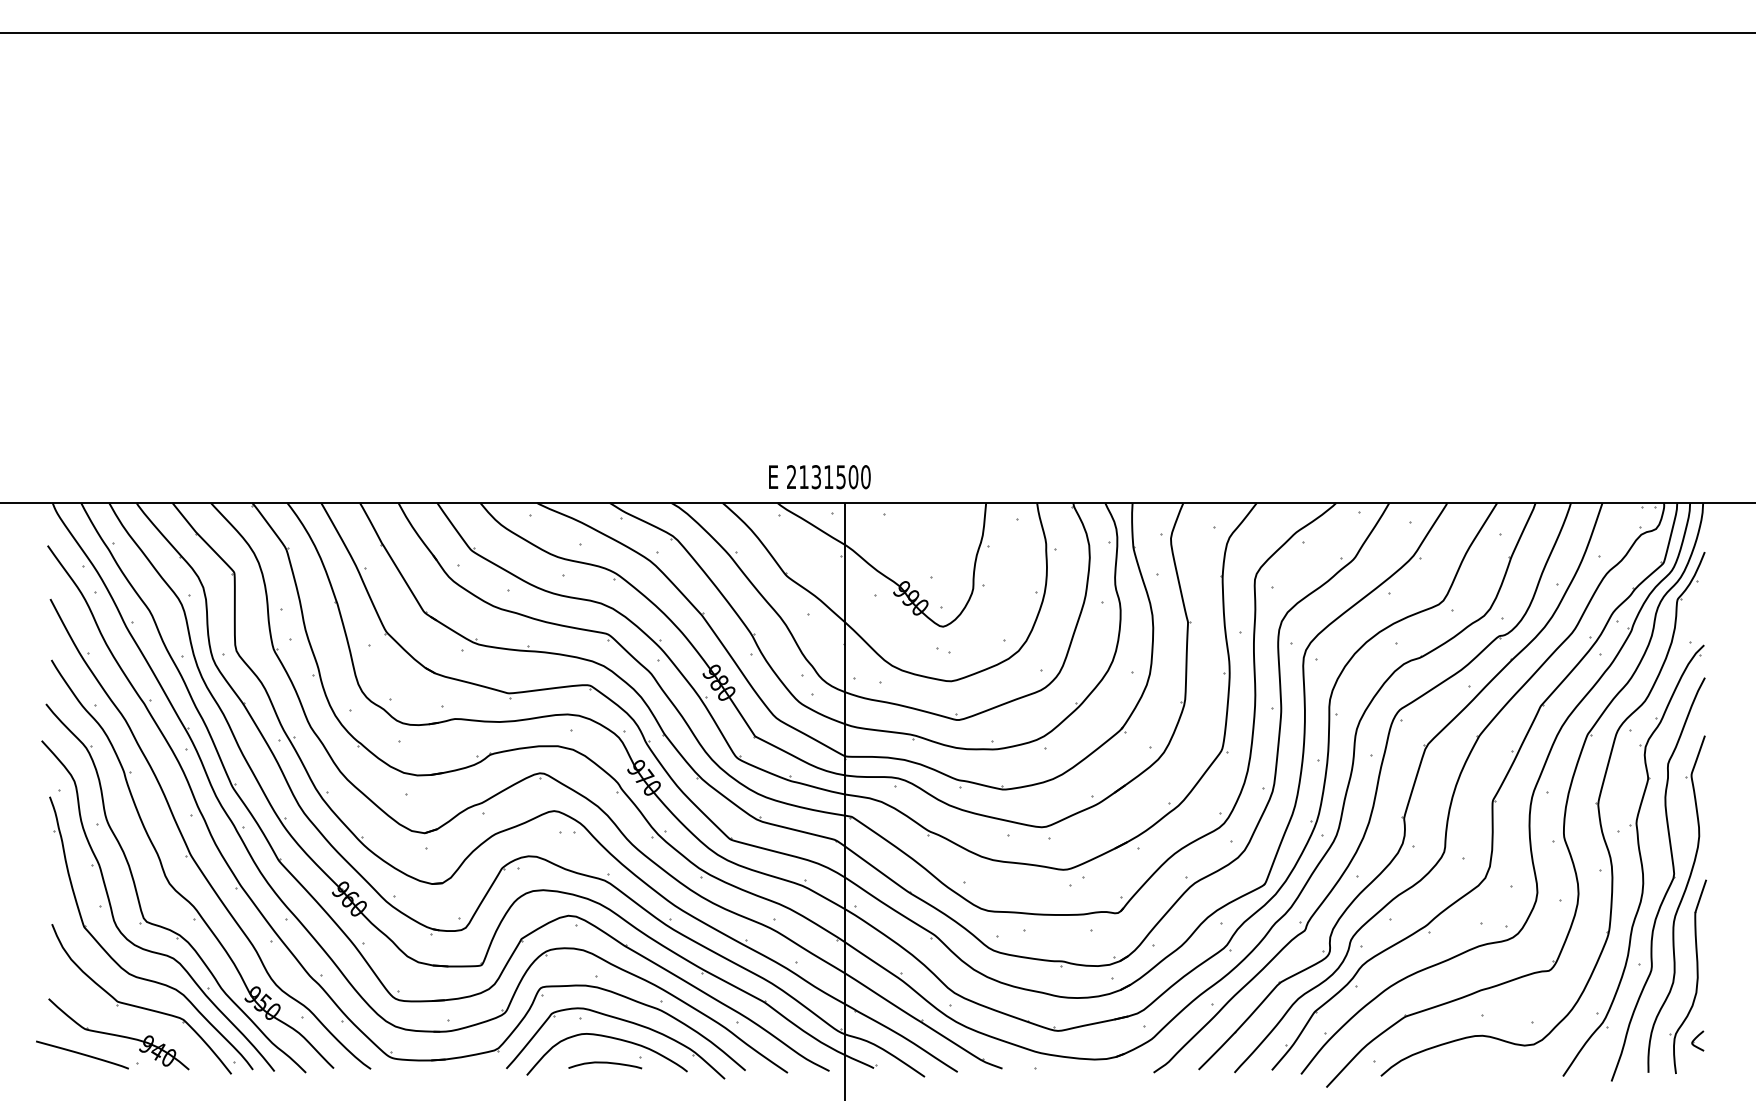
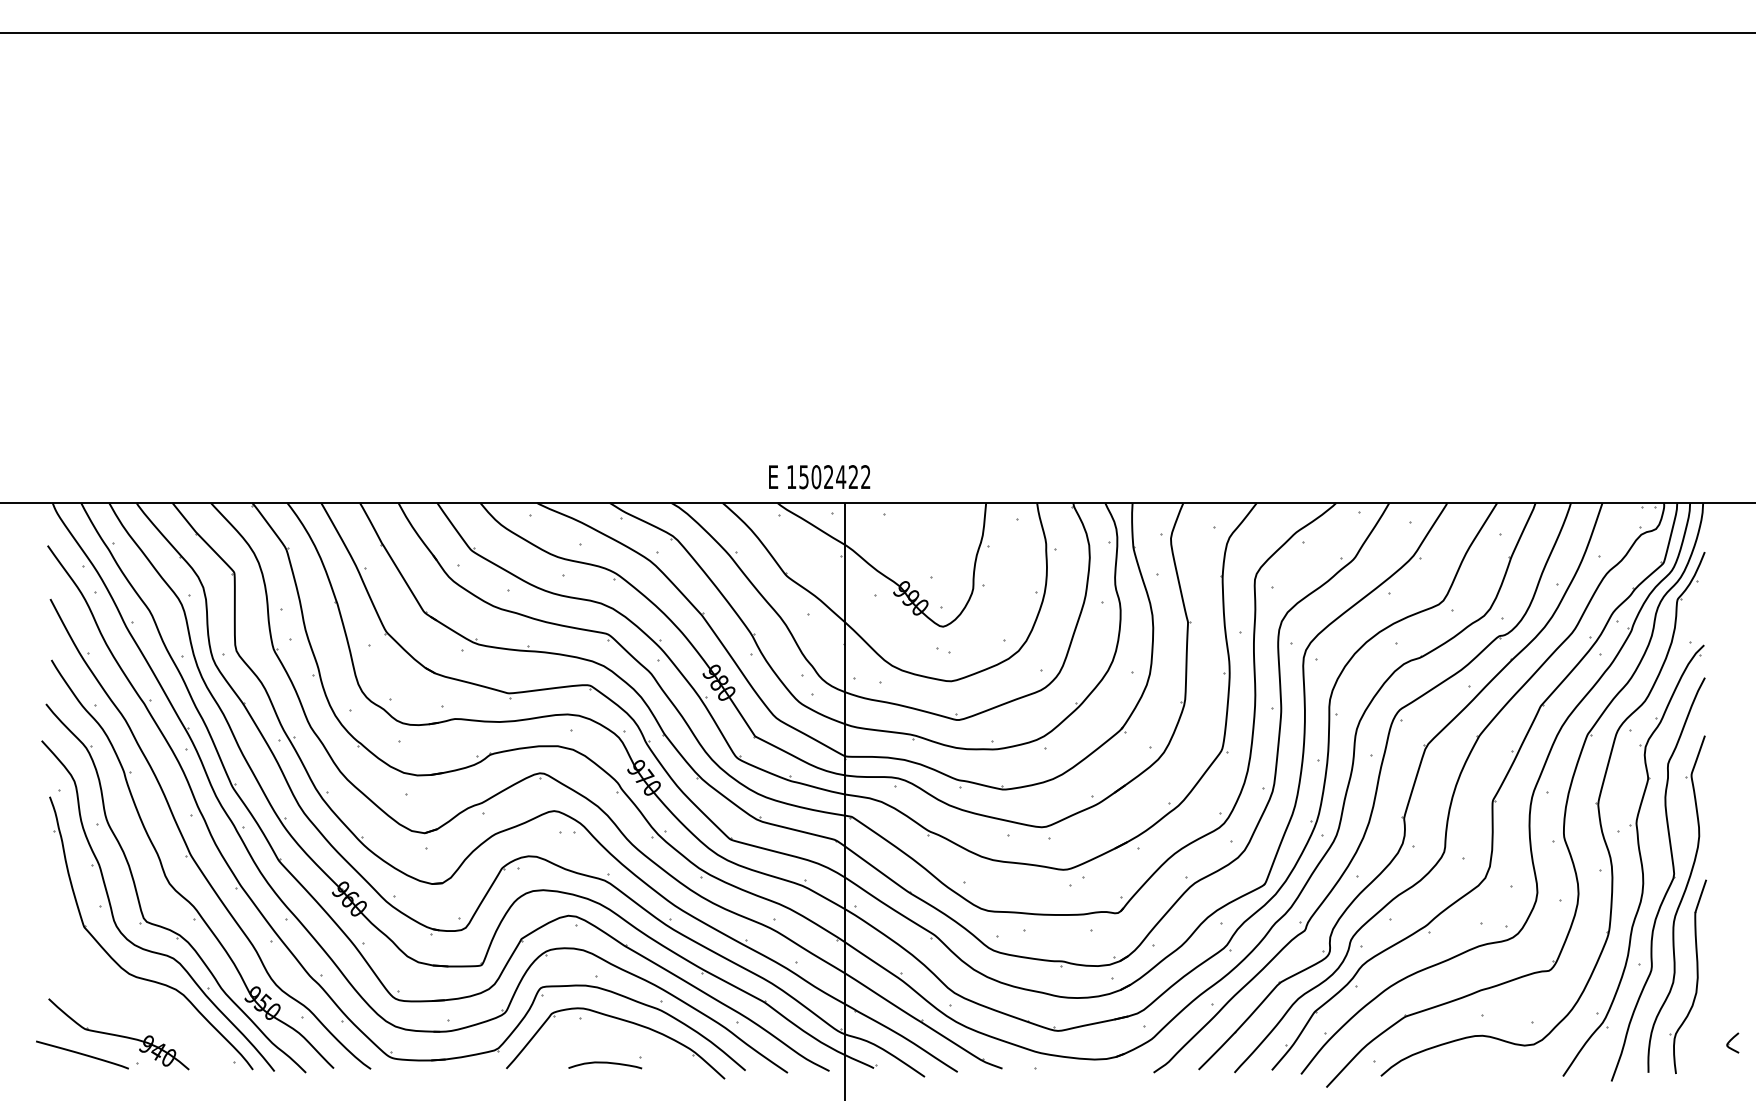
text at (828, 477): 2131500 -> 1502422
part at (141, 1006): present -> none
curve at (610, 1038): present -> none
part at (1697, 1040) position: (1697, 1040) -> (1732, 1042)
